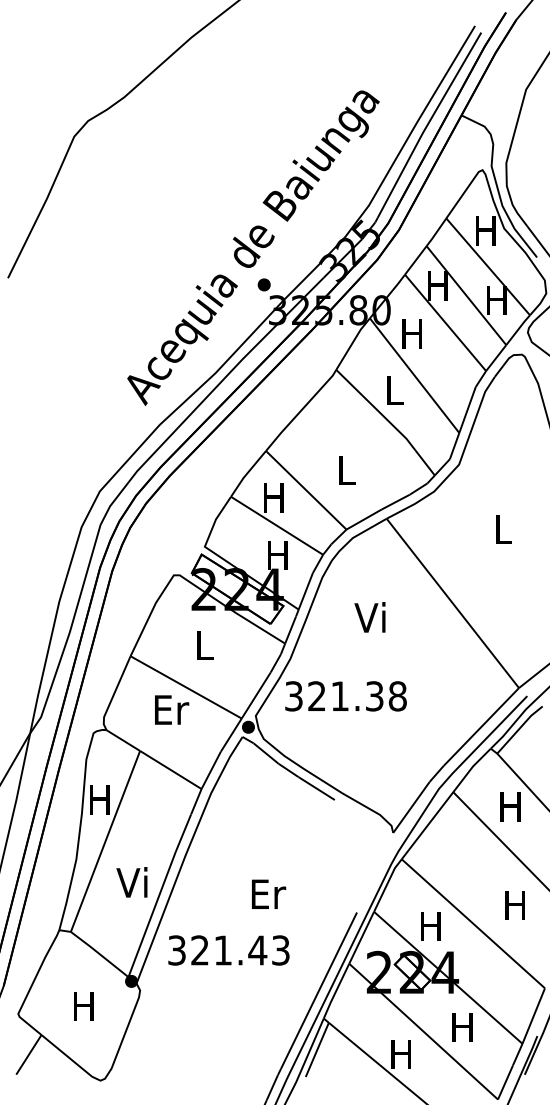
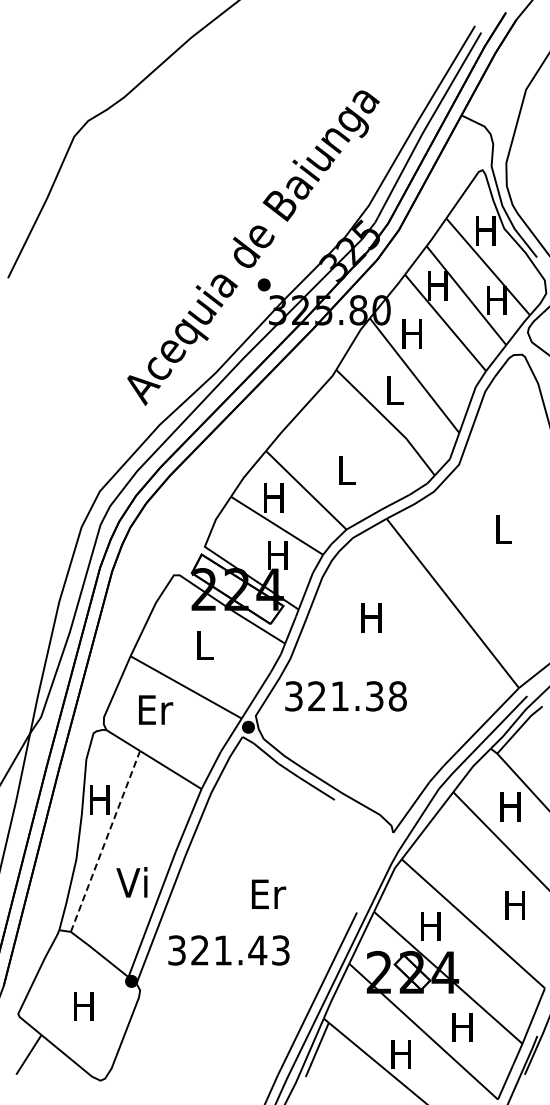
text at (369, 617): Vi -> H
text at (172, 709) position: (172, 709) -> (156, 709)
line at (105, 841): solid -> dashed
